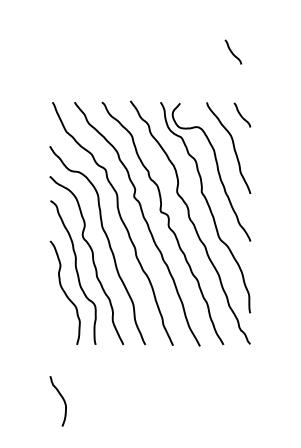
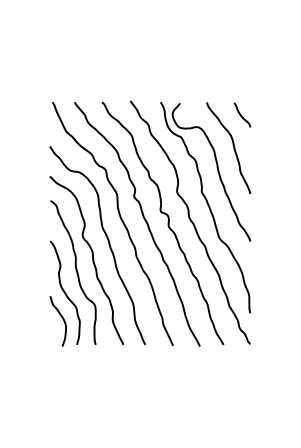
curve at (232, 51): present -> none
curve at (62, 399) position: (62, 399) -> (62, 319)
